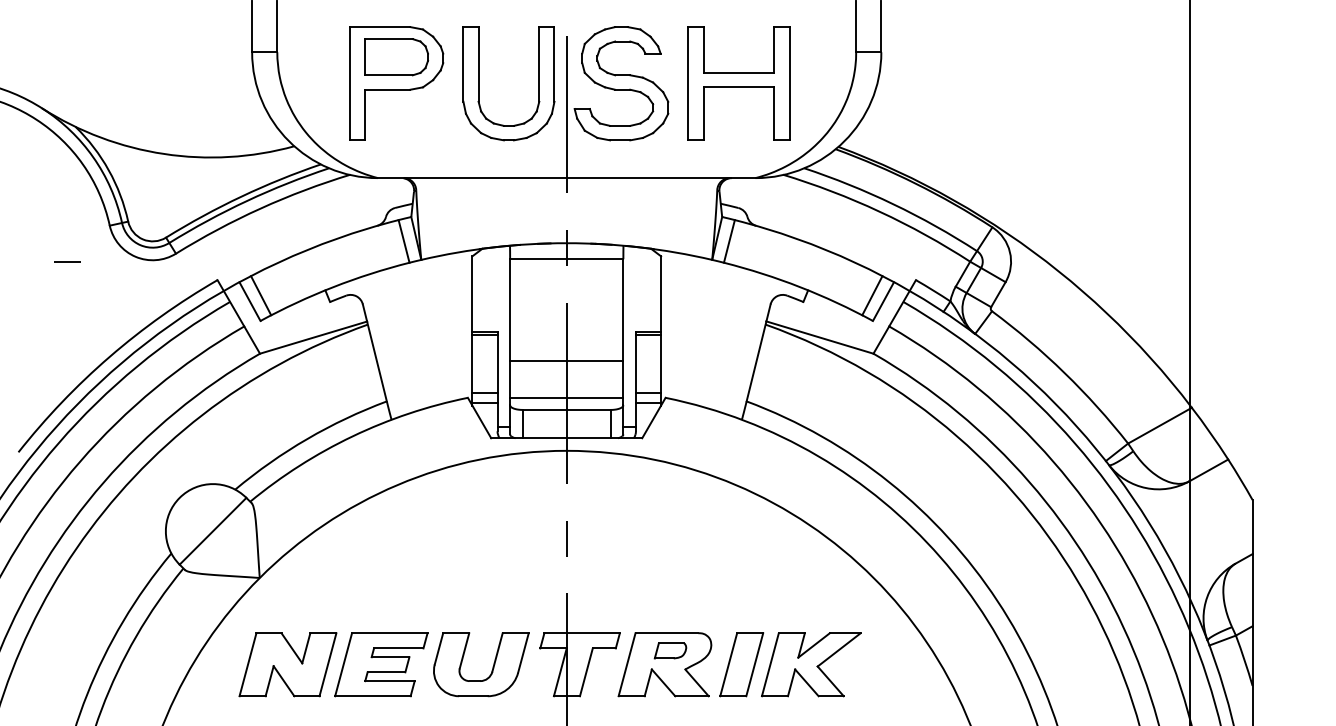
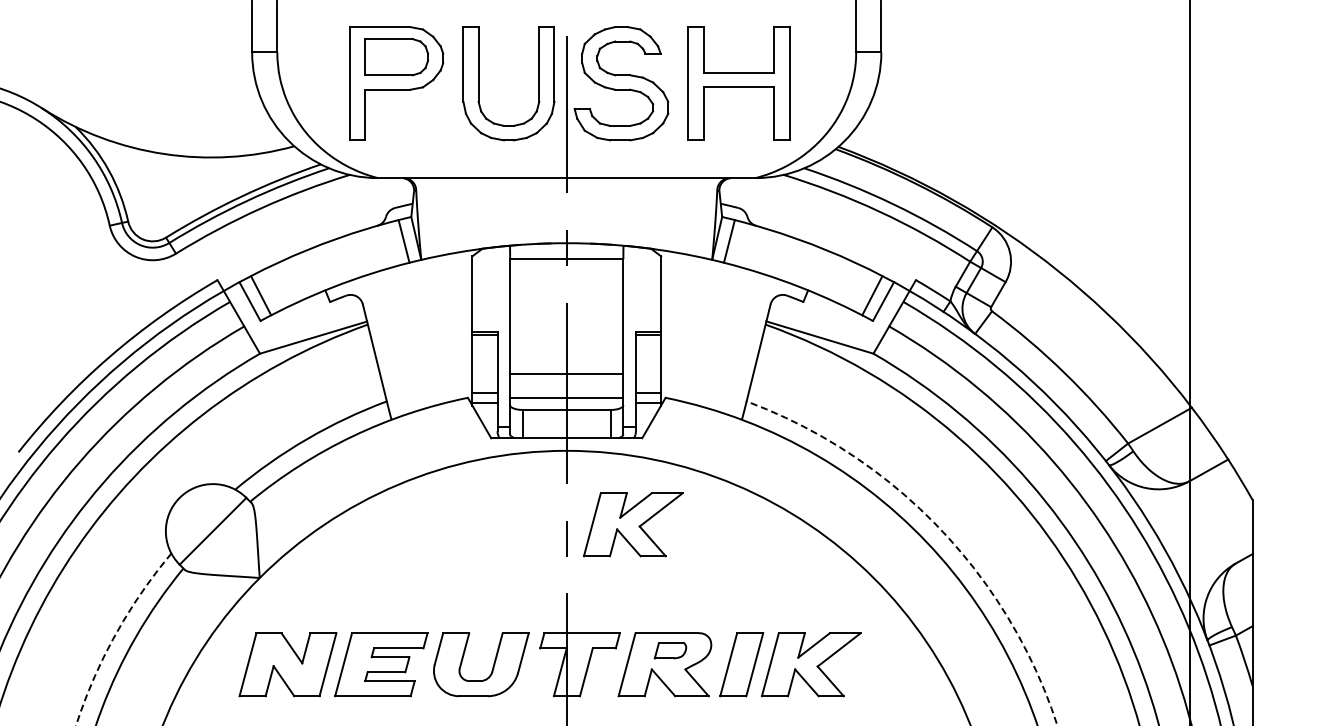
line at (67, 261): present -> none
line at (566, 360) position: (566, 360) -> (566, 373)
part at (633, 524): none -> present
arc at (1000, 605): solid -> dashed
